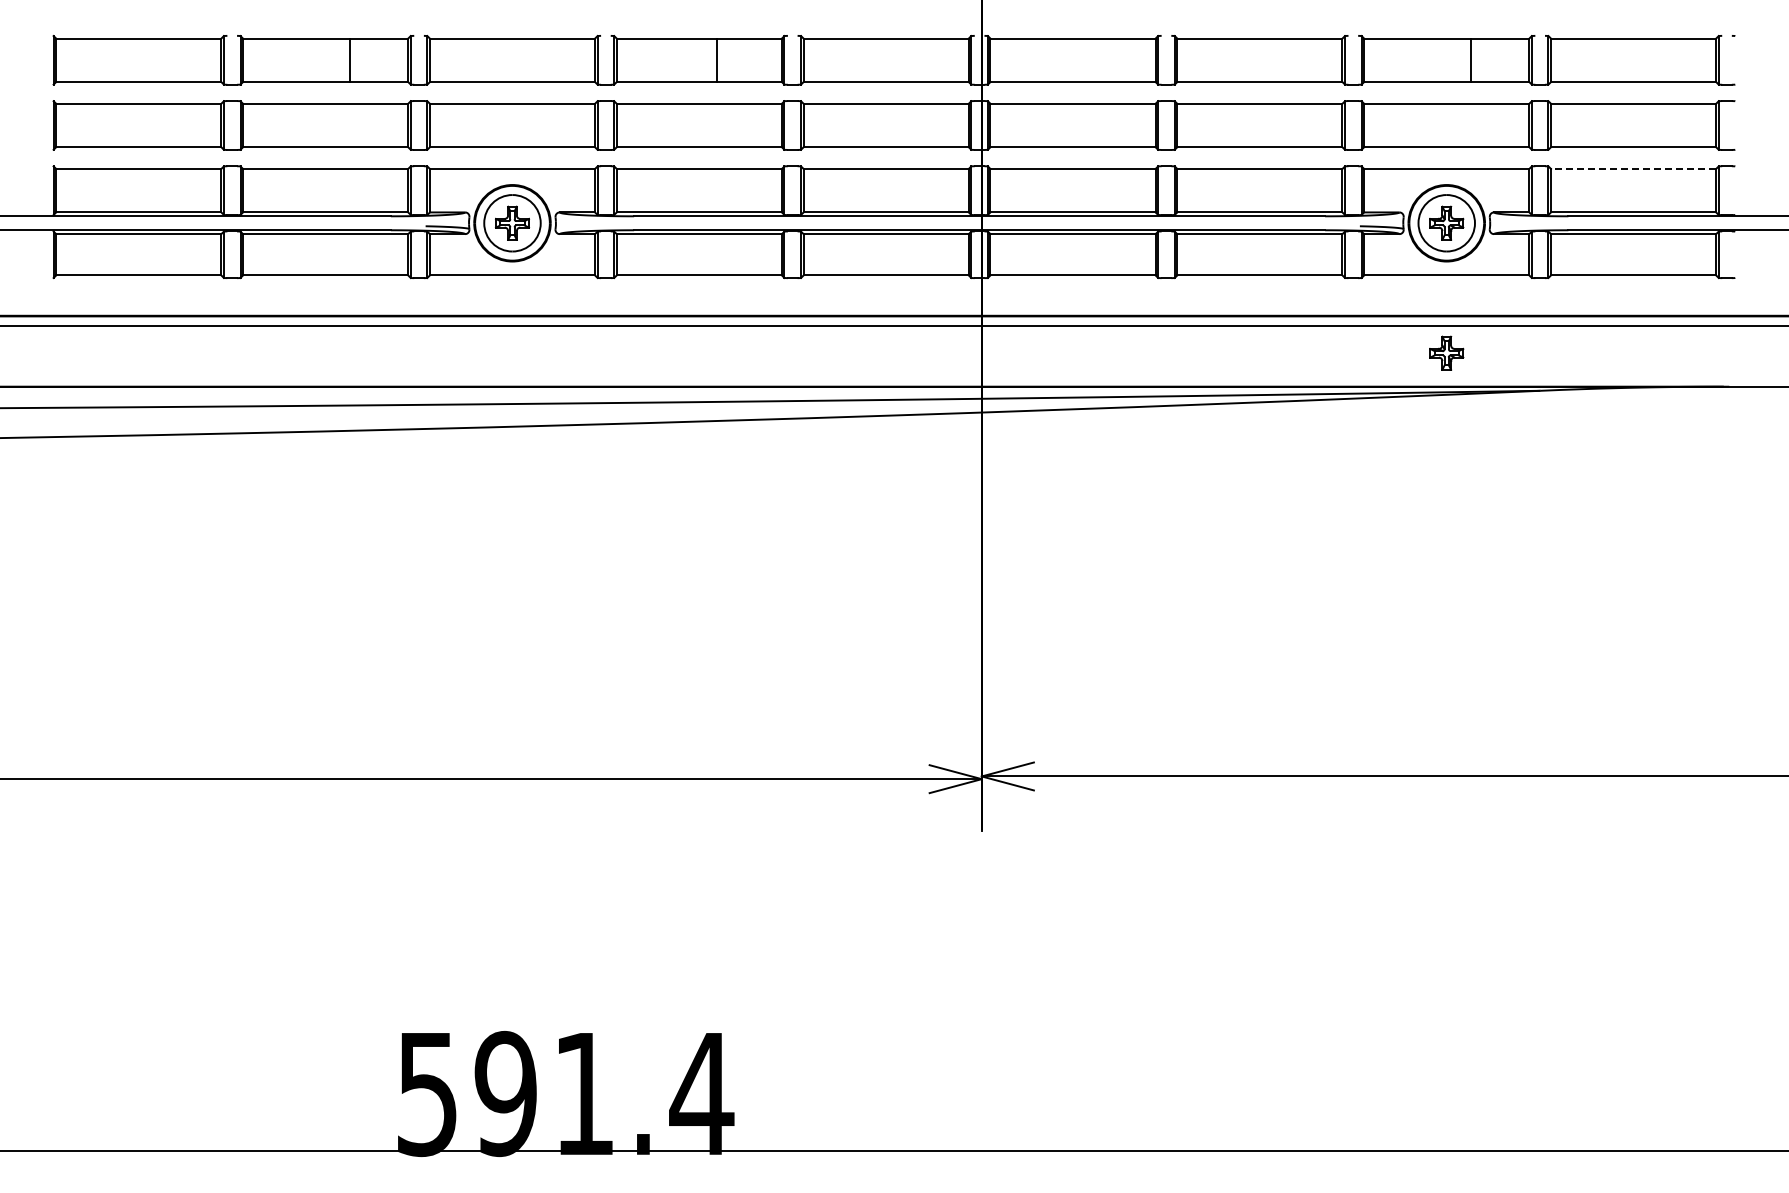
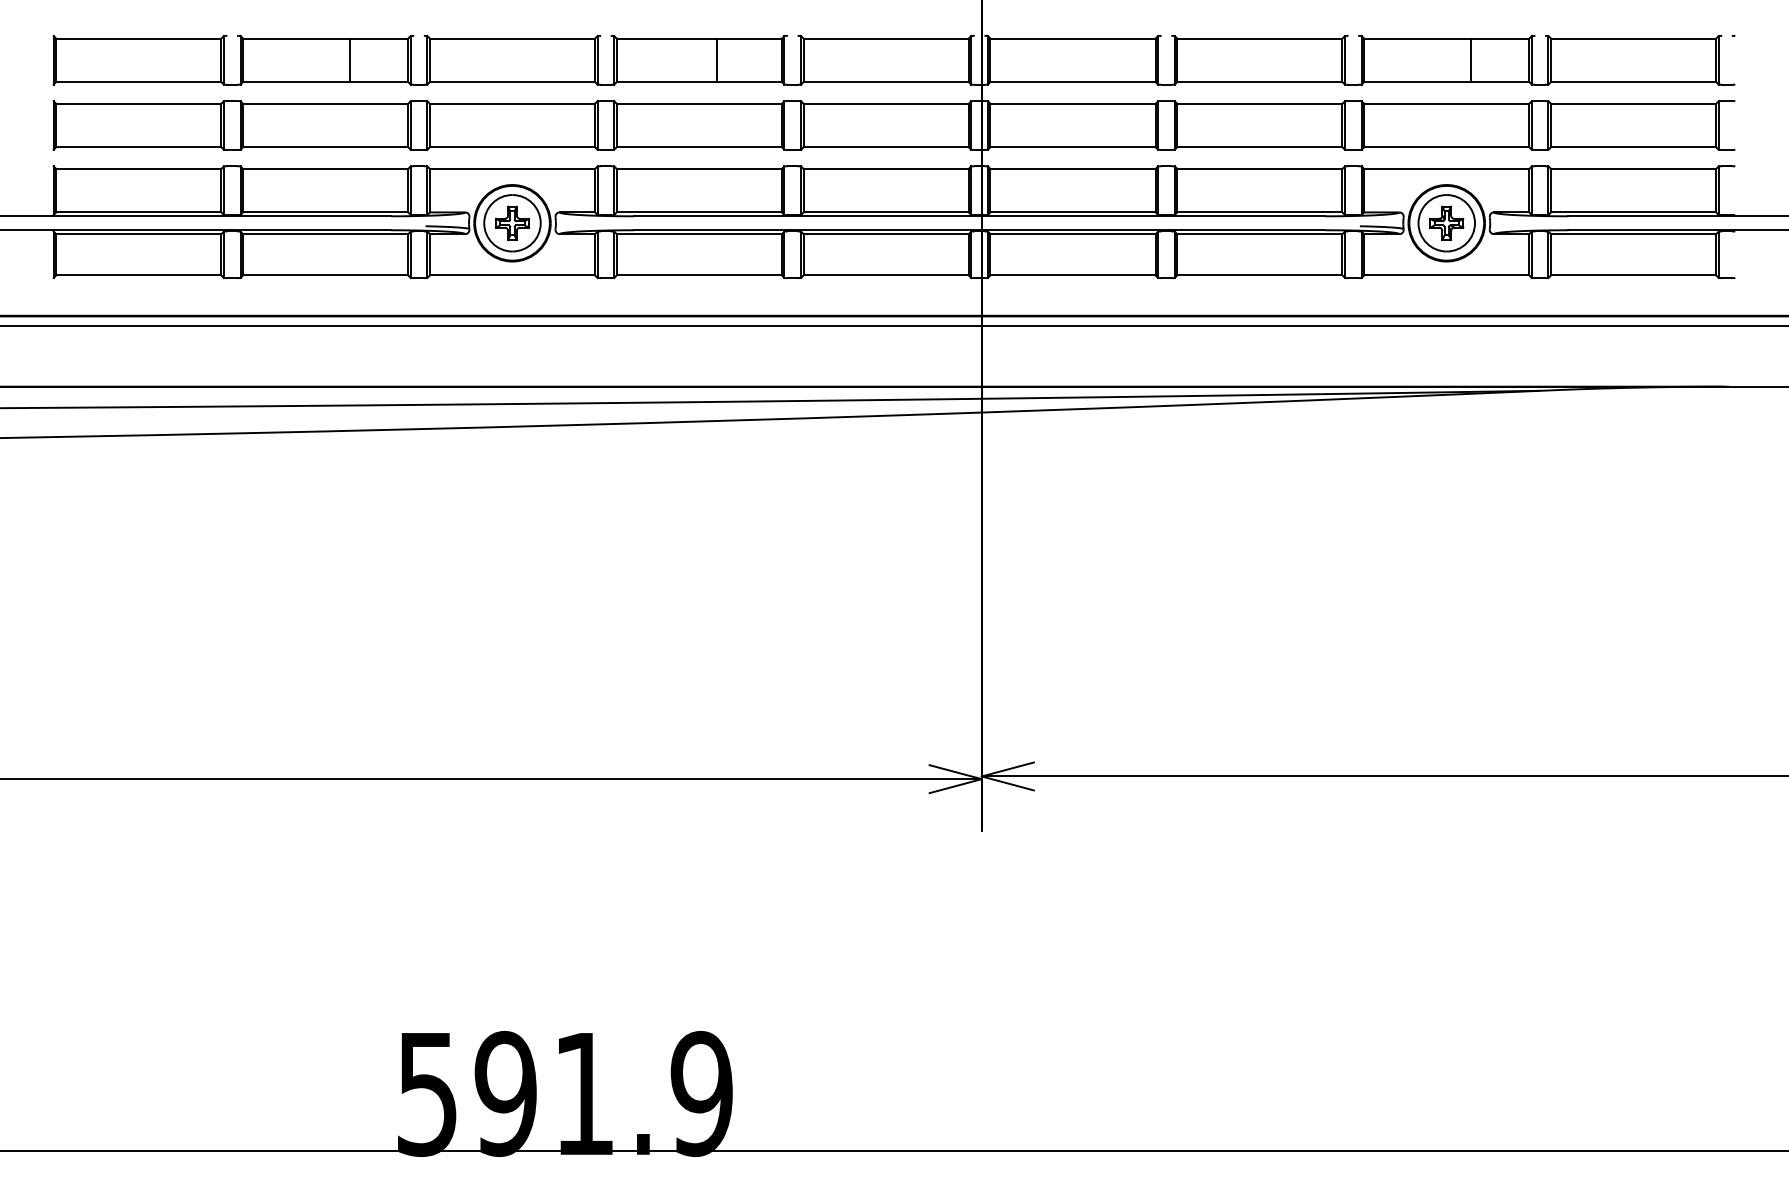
line at (1633, 168): dashed -> solid
part at (1446, 352): present -> none
text at (701, 1093): 591.4 -> 591.9
